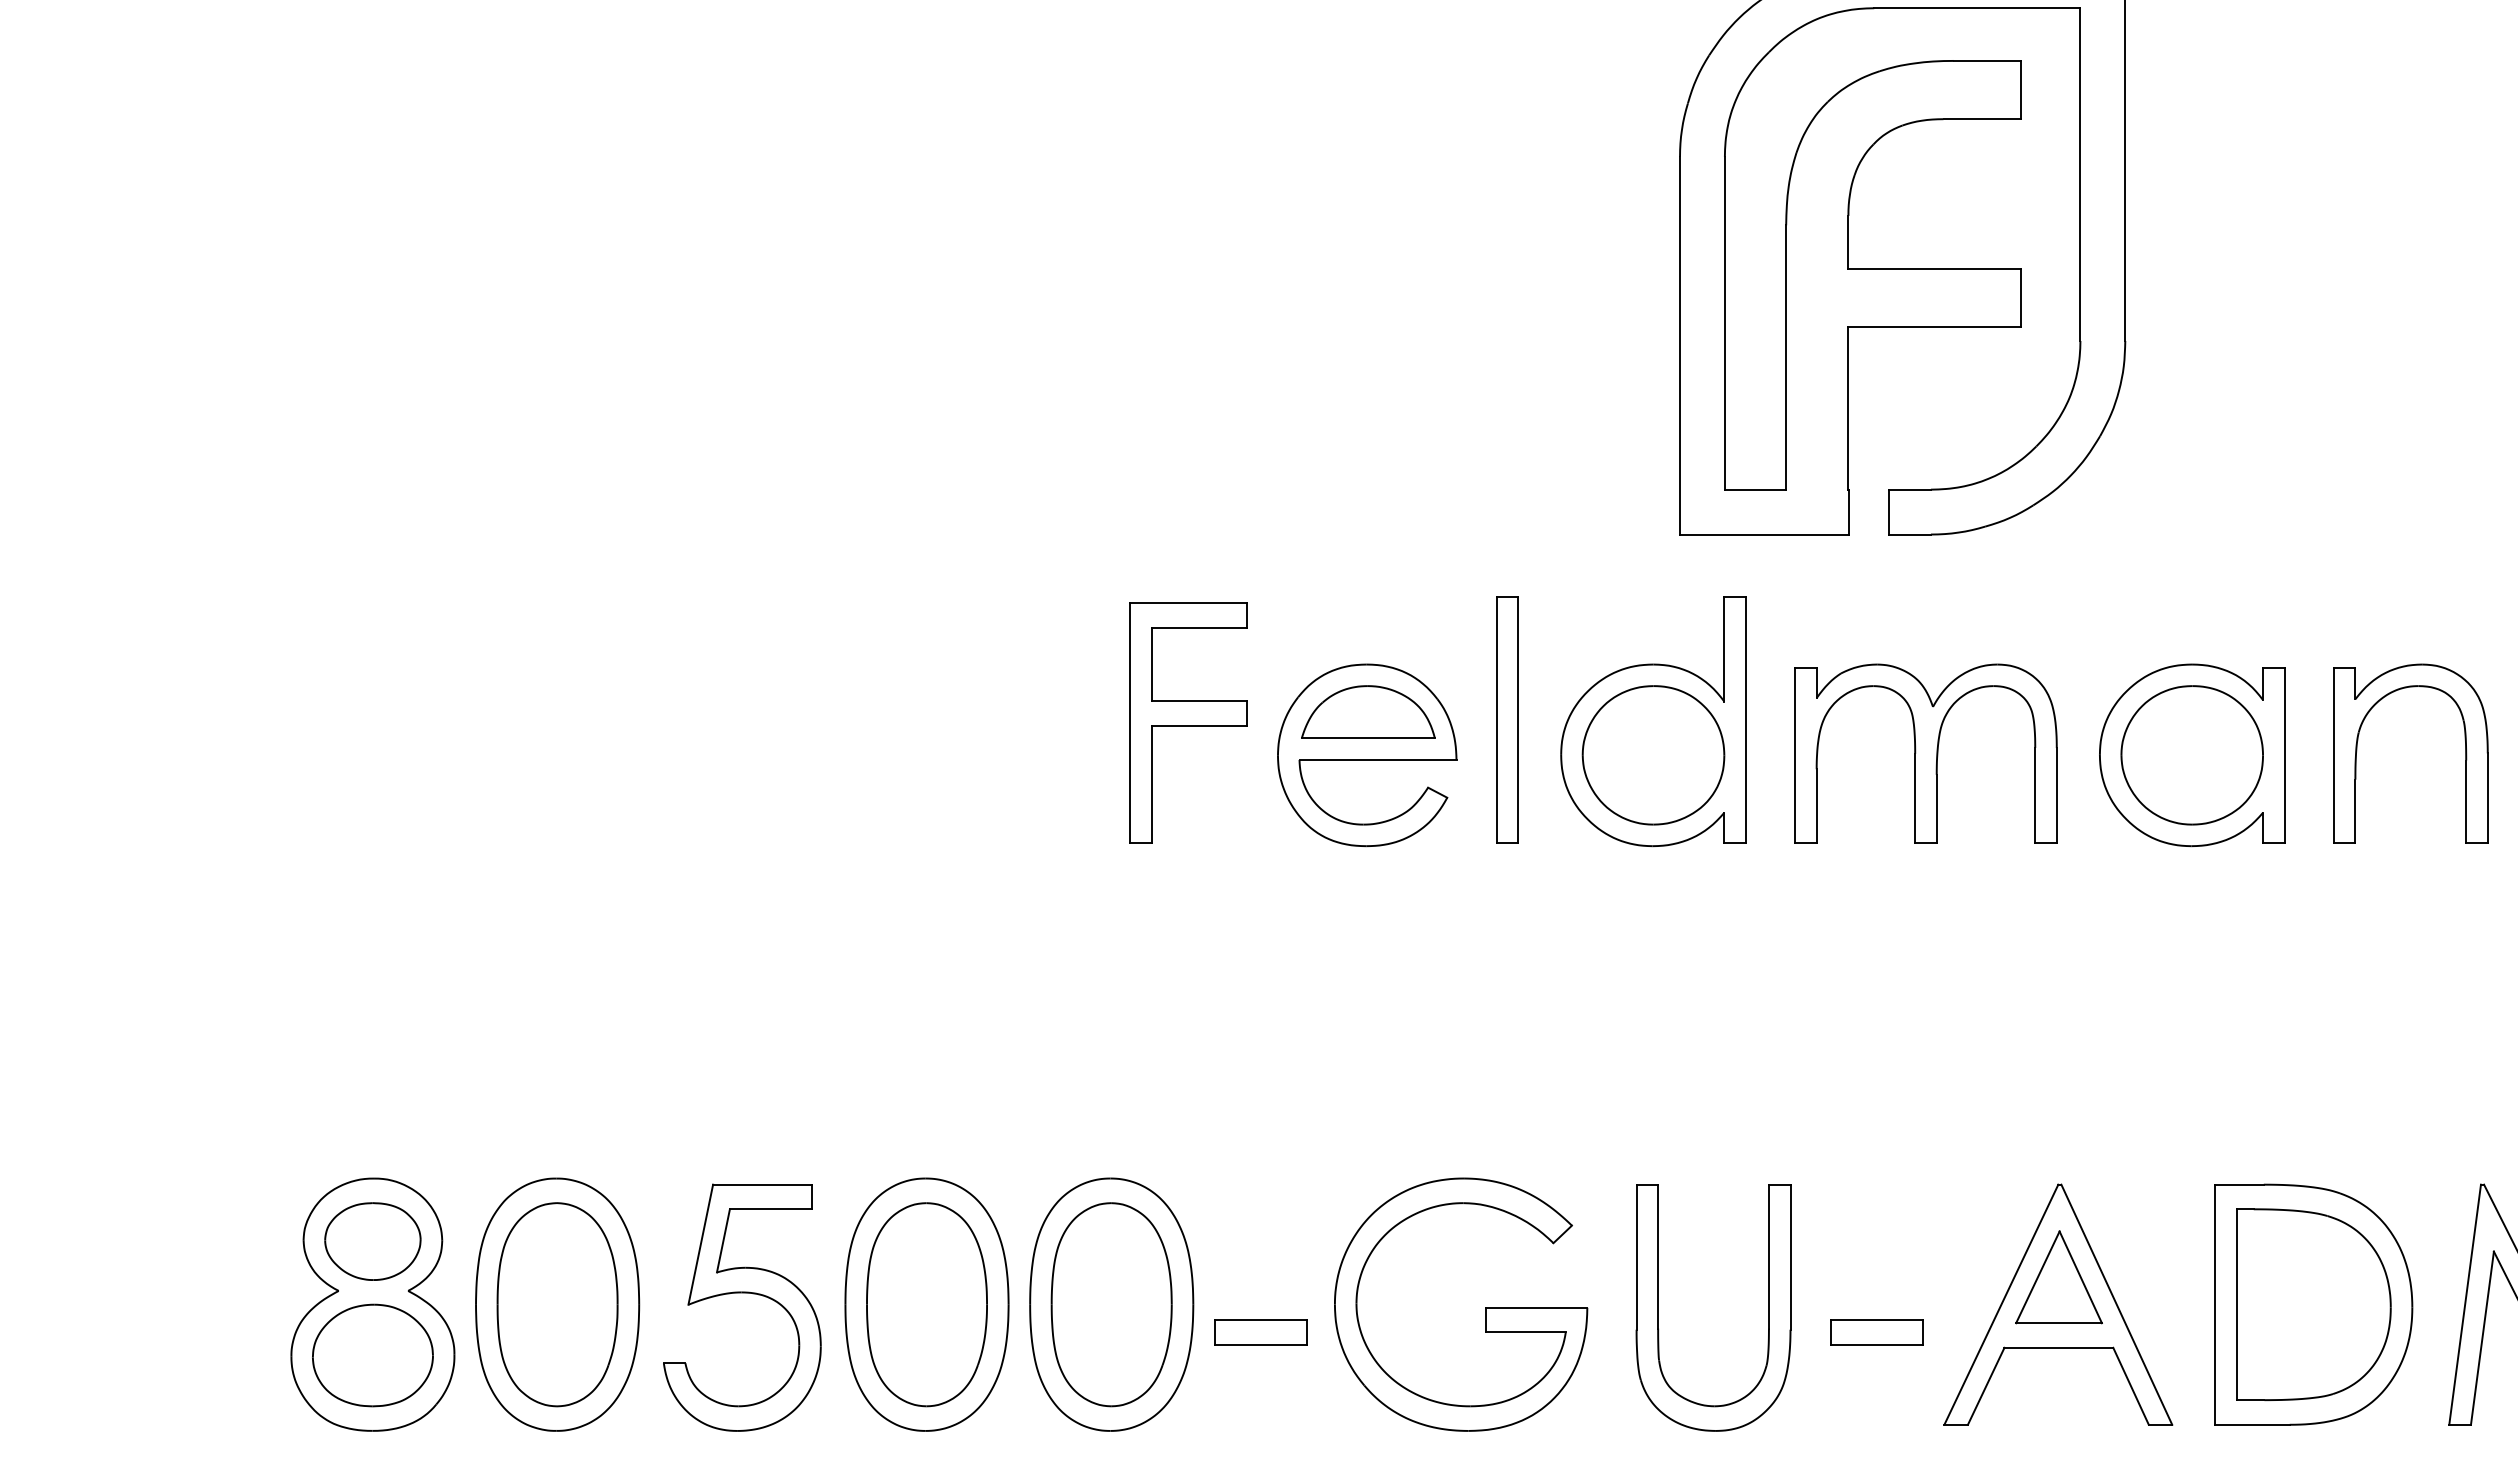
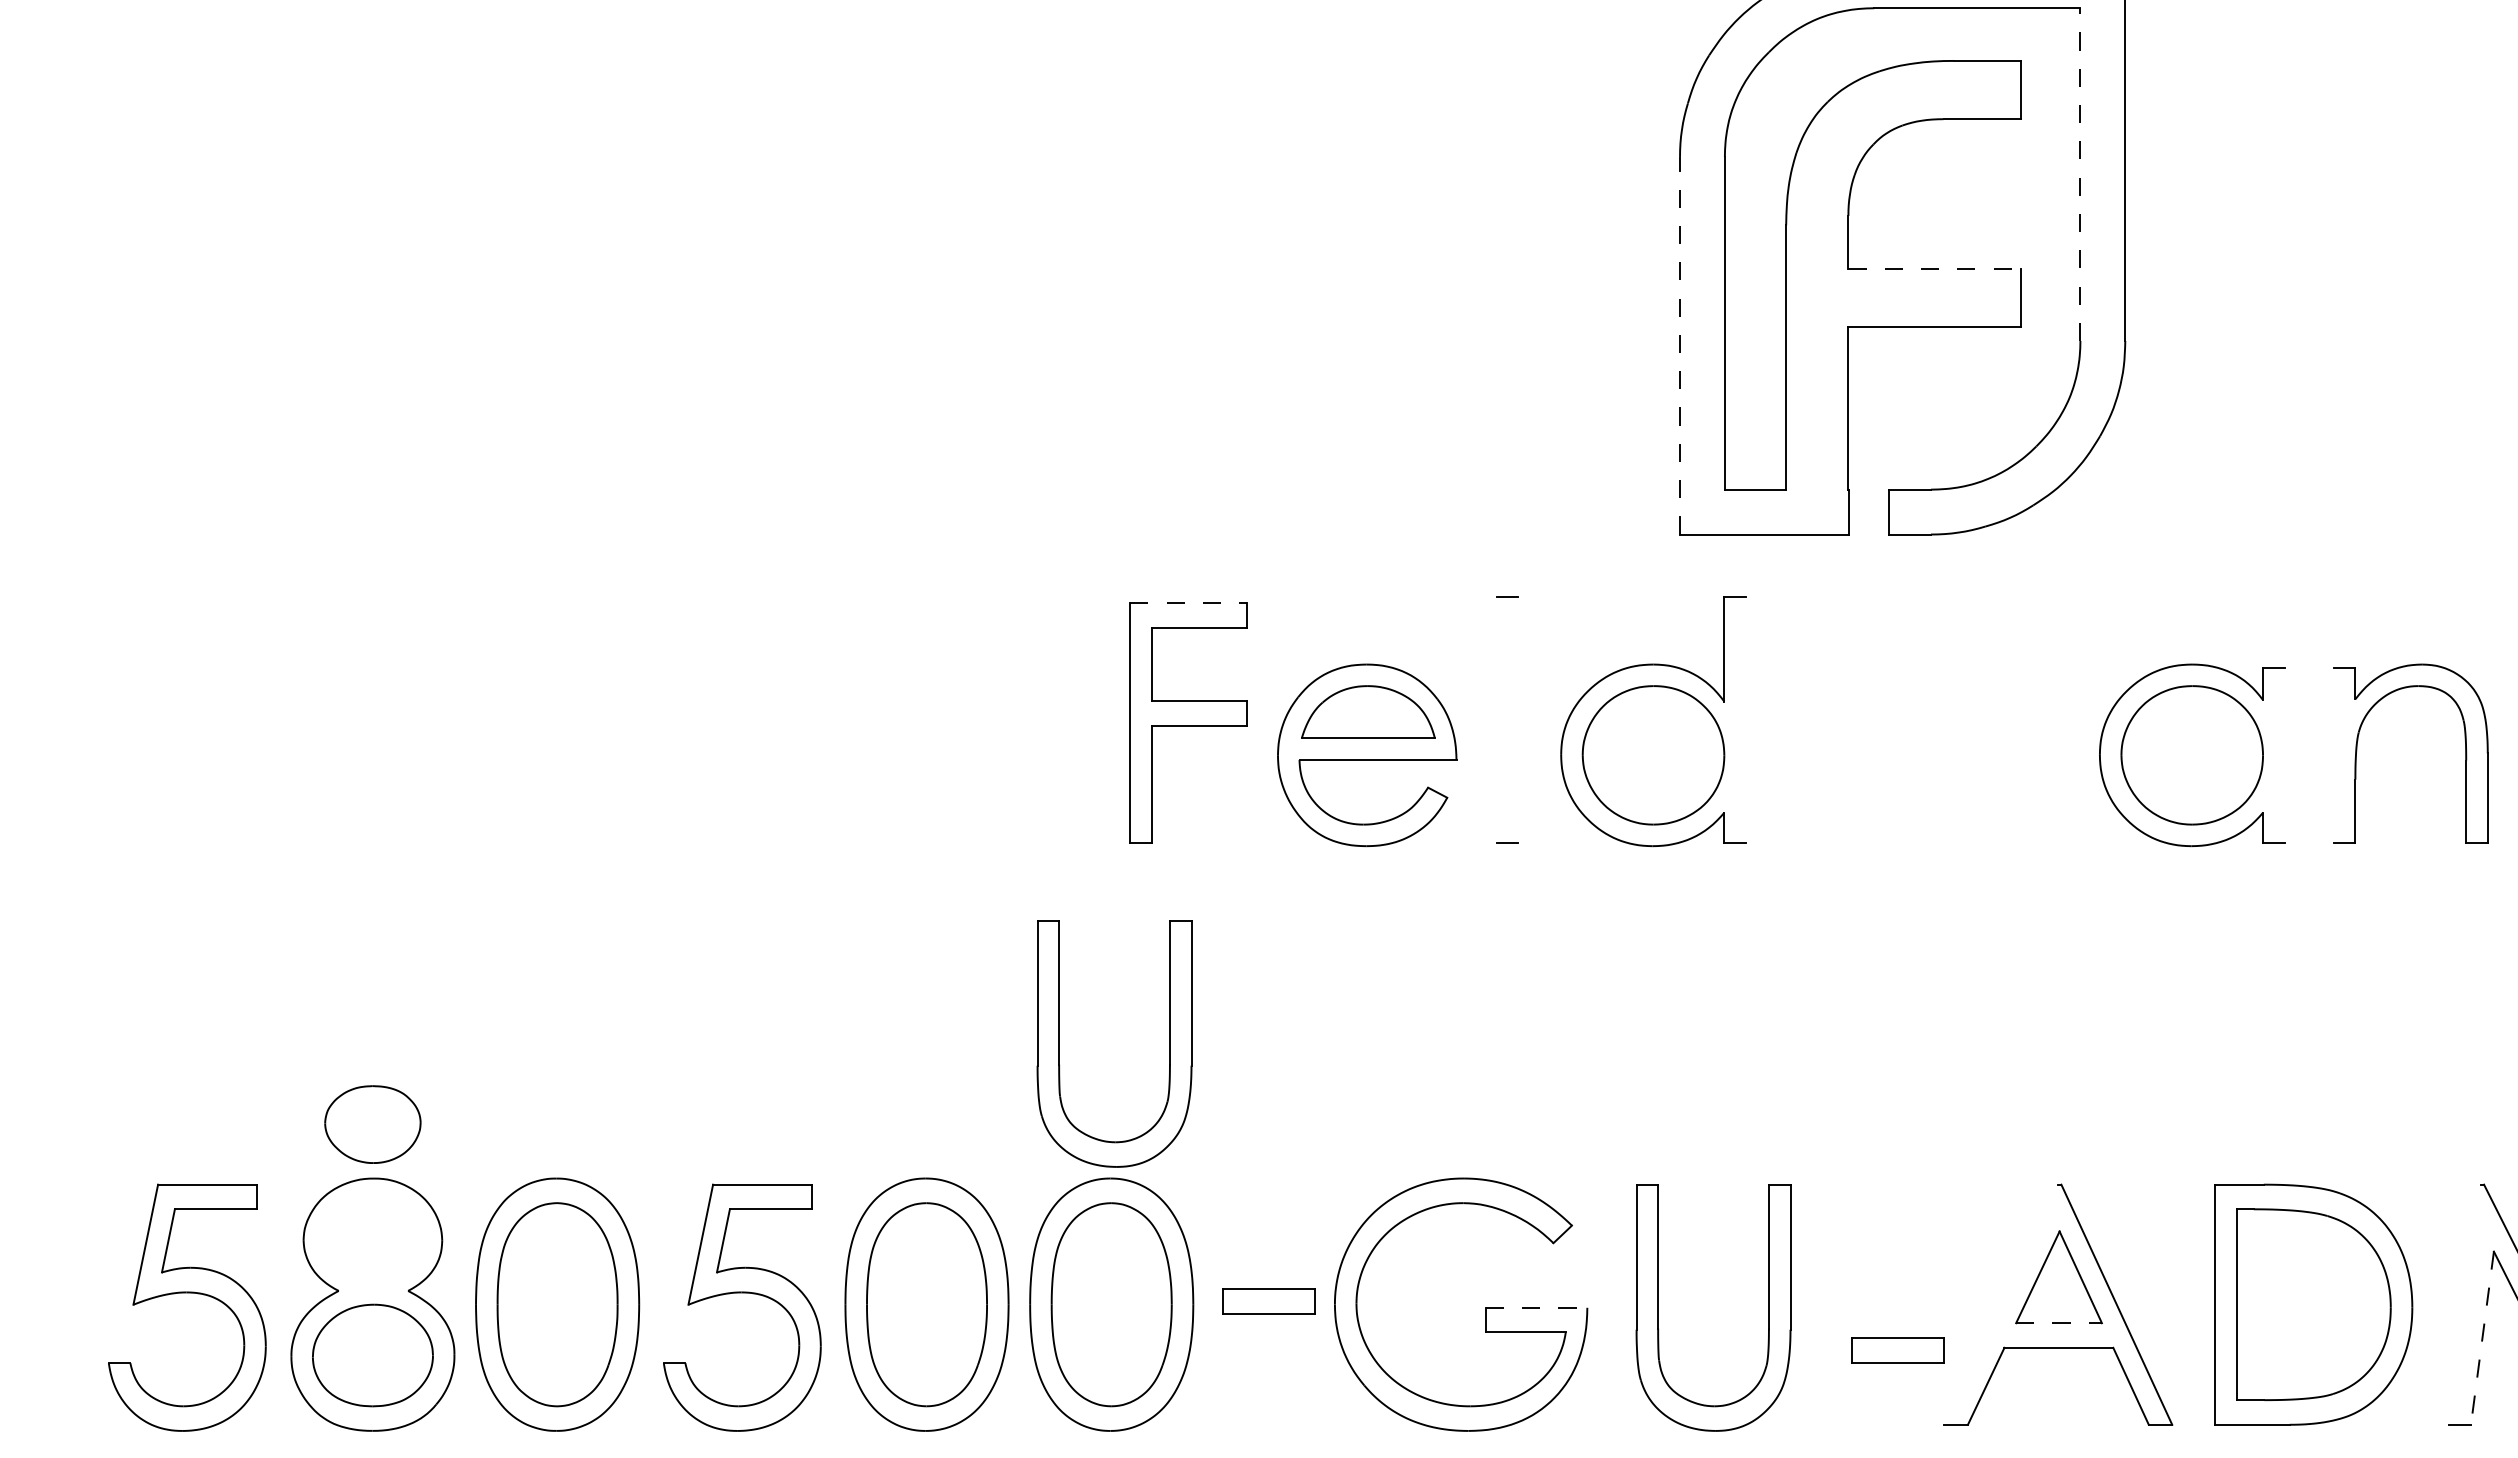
line at (2080, 174): solid -> dashed
line at (1934, 269): solid -> dashed
line at (1680, 345): solid -> dashed
line at (1189, 602): solid -> dashed
line at (1496, 719): present -> none
line at (1518, 719): present -> none
line at (1745, 719): present -> none
part at (1925, 753): present -> none
line at (2284, 755): present -> none
line at (2333, 755): present -> none
part at (1059, 1043): none -> present
part at (372, 1241) position: (372, 1241) -> (372, 1124)
part at (187, 1293): none -> present
line at (2001, 1304): present -> none
line at (2464, 1304): present -> none
line at (1536, 1307): solid -> dashed
line at (2059, 1323): solid -> dashed
part at (1260, 1332) position: (1260, 1332) -> (1268, 1301)
part at (1876, 1332) position: (1876, 1332) -> (1897, 1350)
line at (2482, 1338): solid -> dashed
